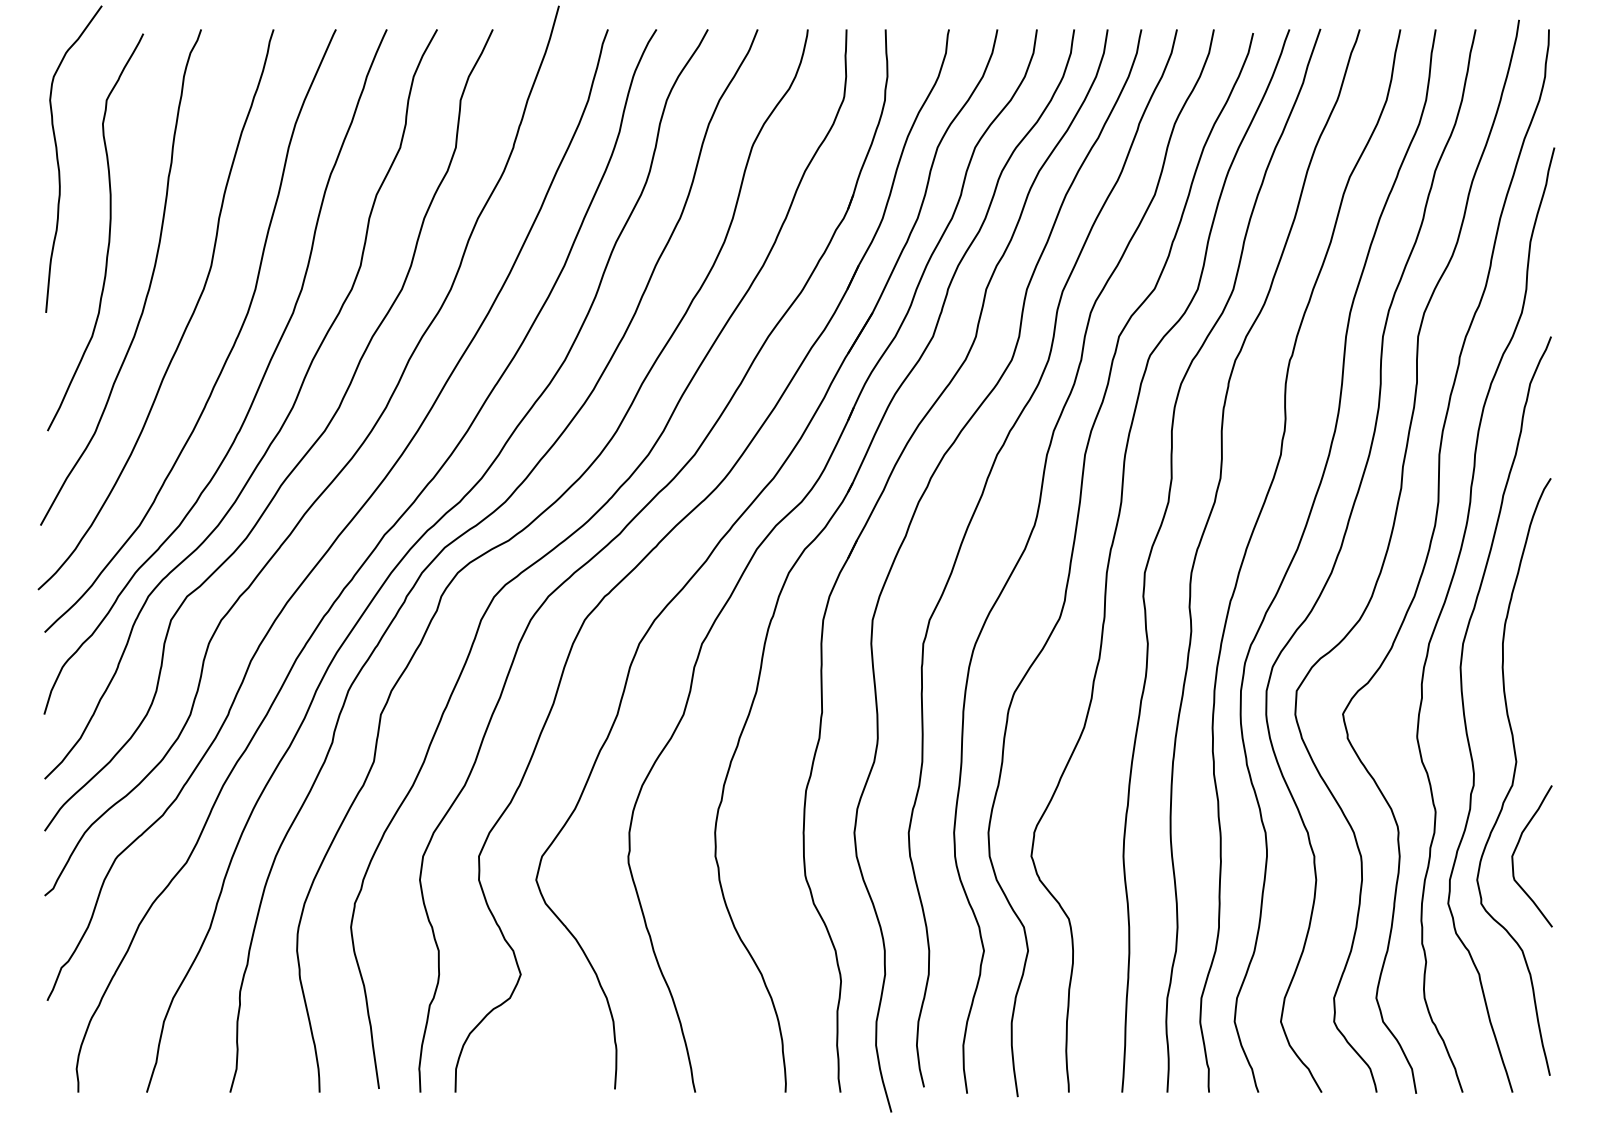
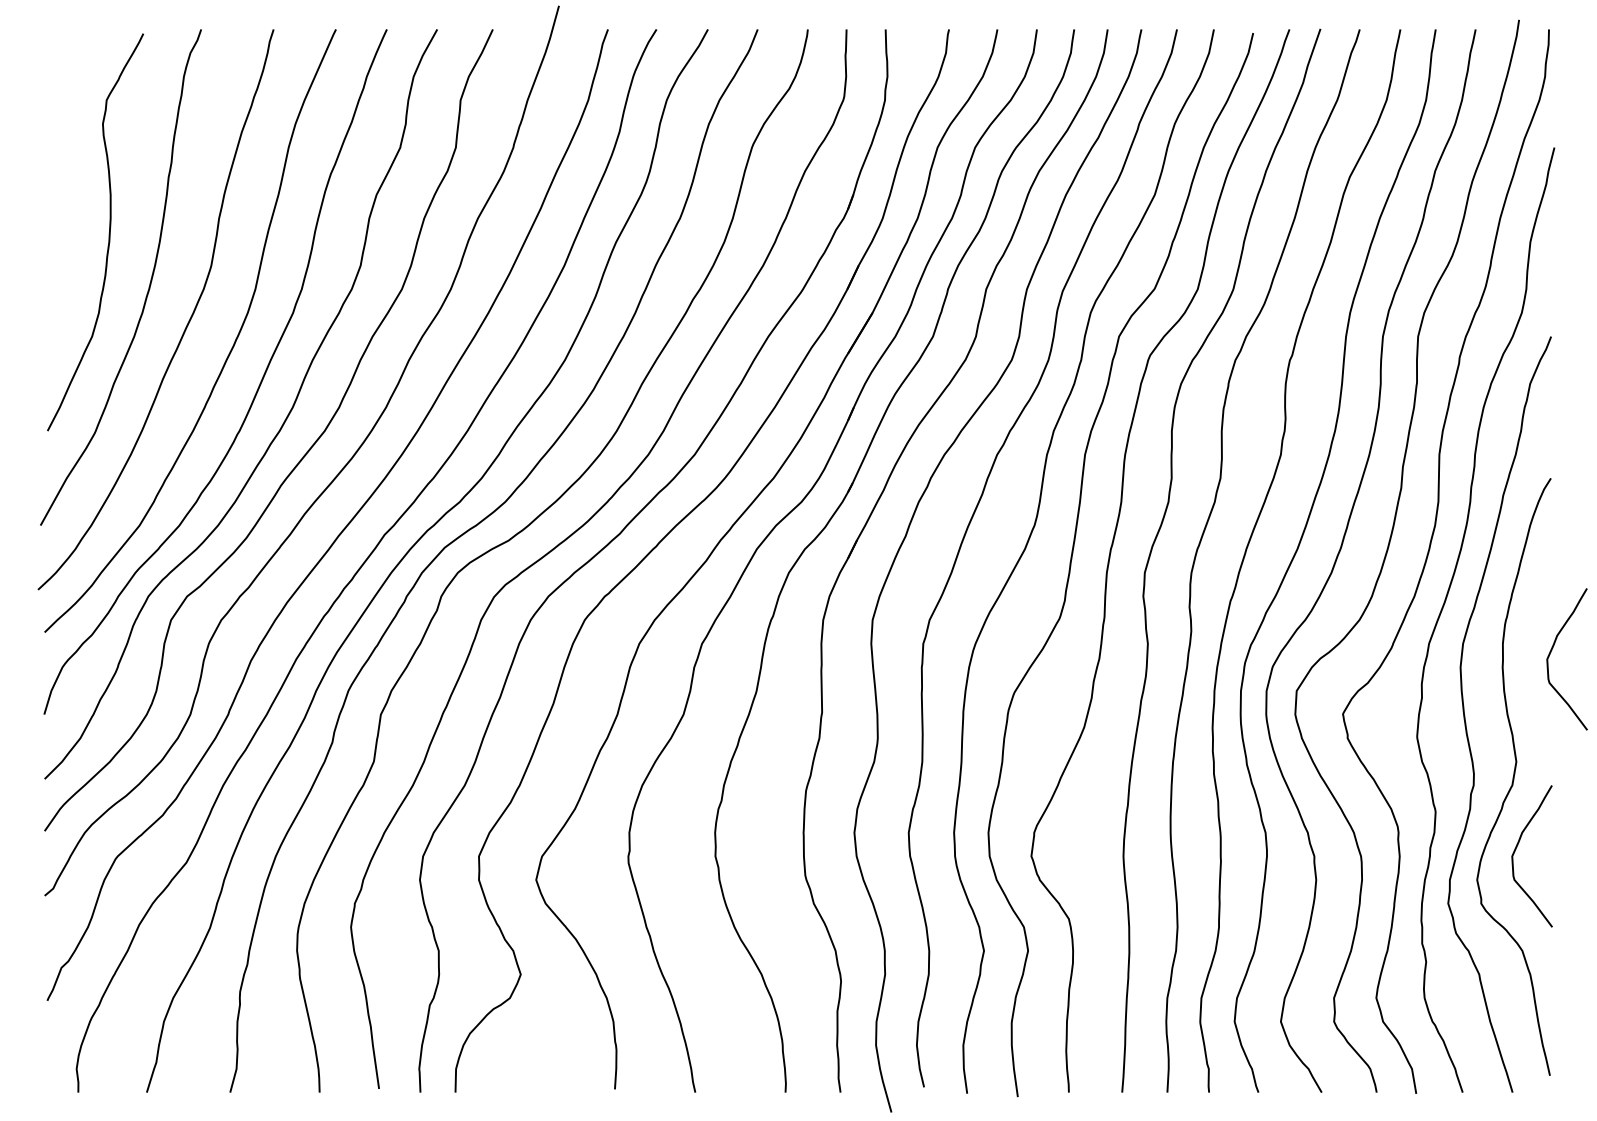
curve at (58, 158): present -> none
curve at (1551, 652): none -> present
